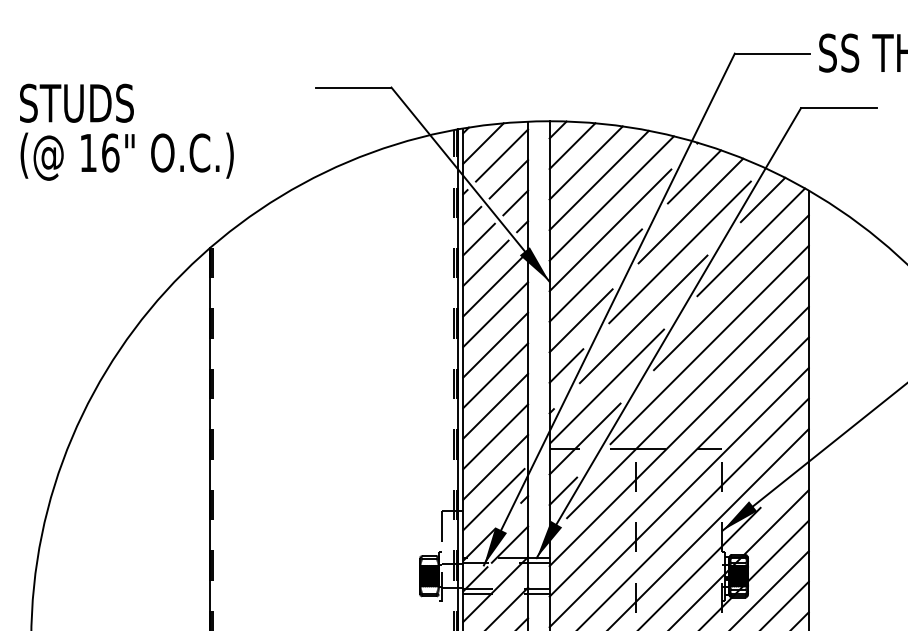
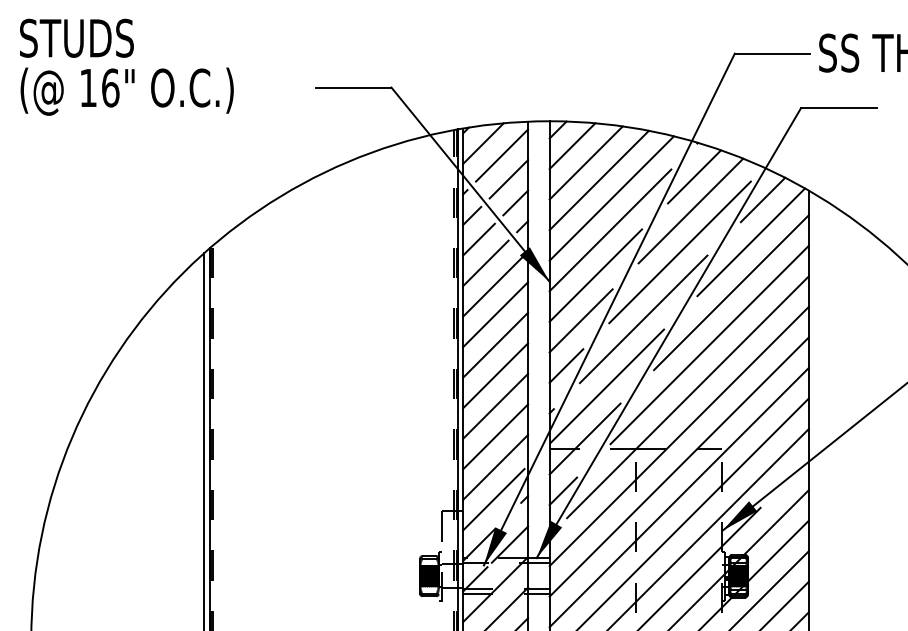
text at (126, 131) position: (126, 131) -> (126, 66)
line at (204, 440): none -> present
